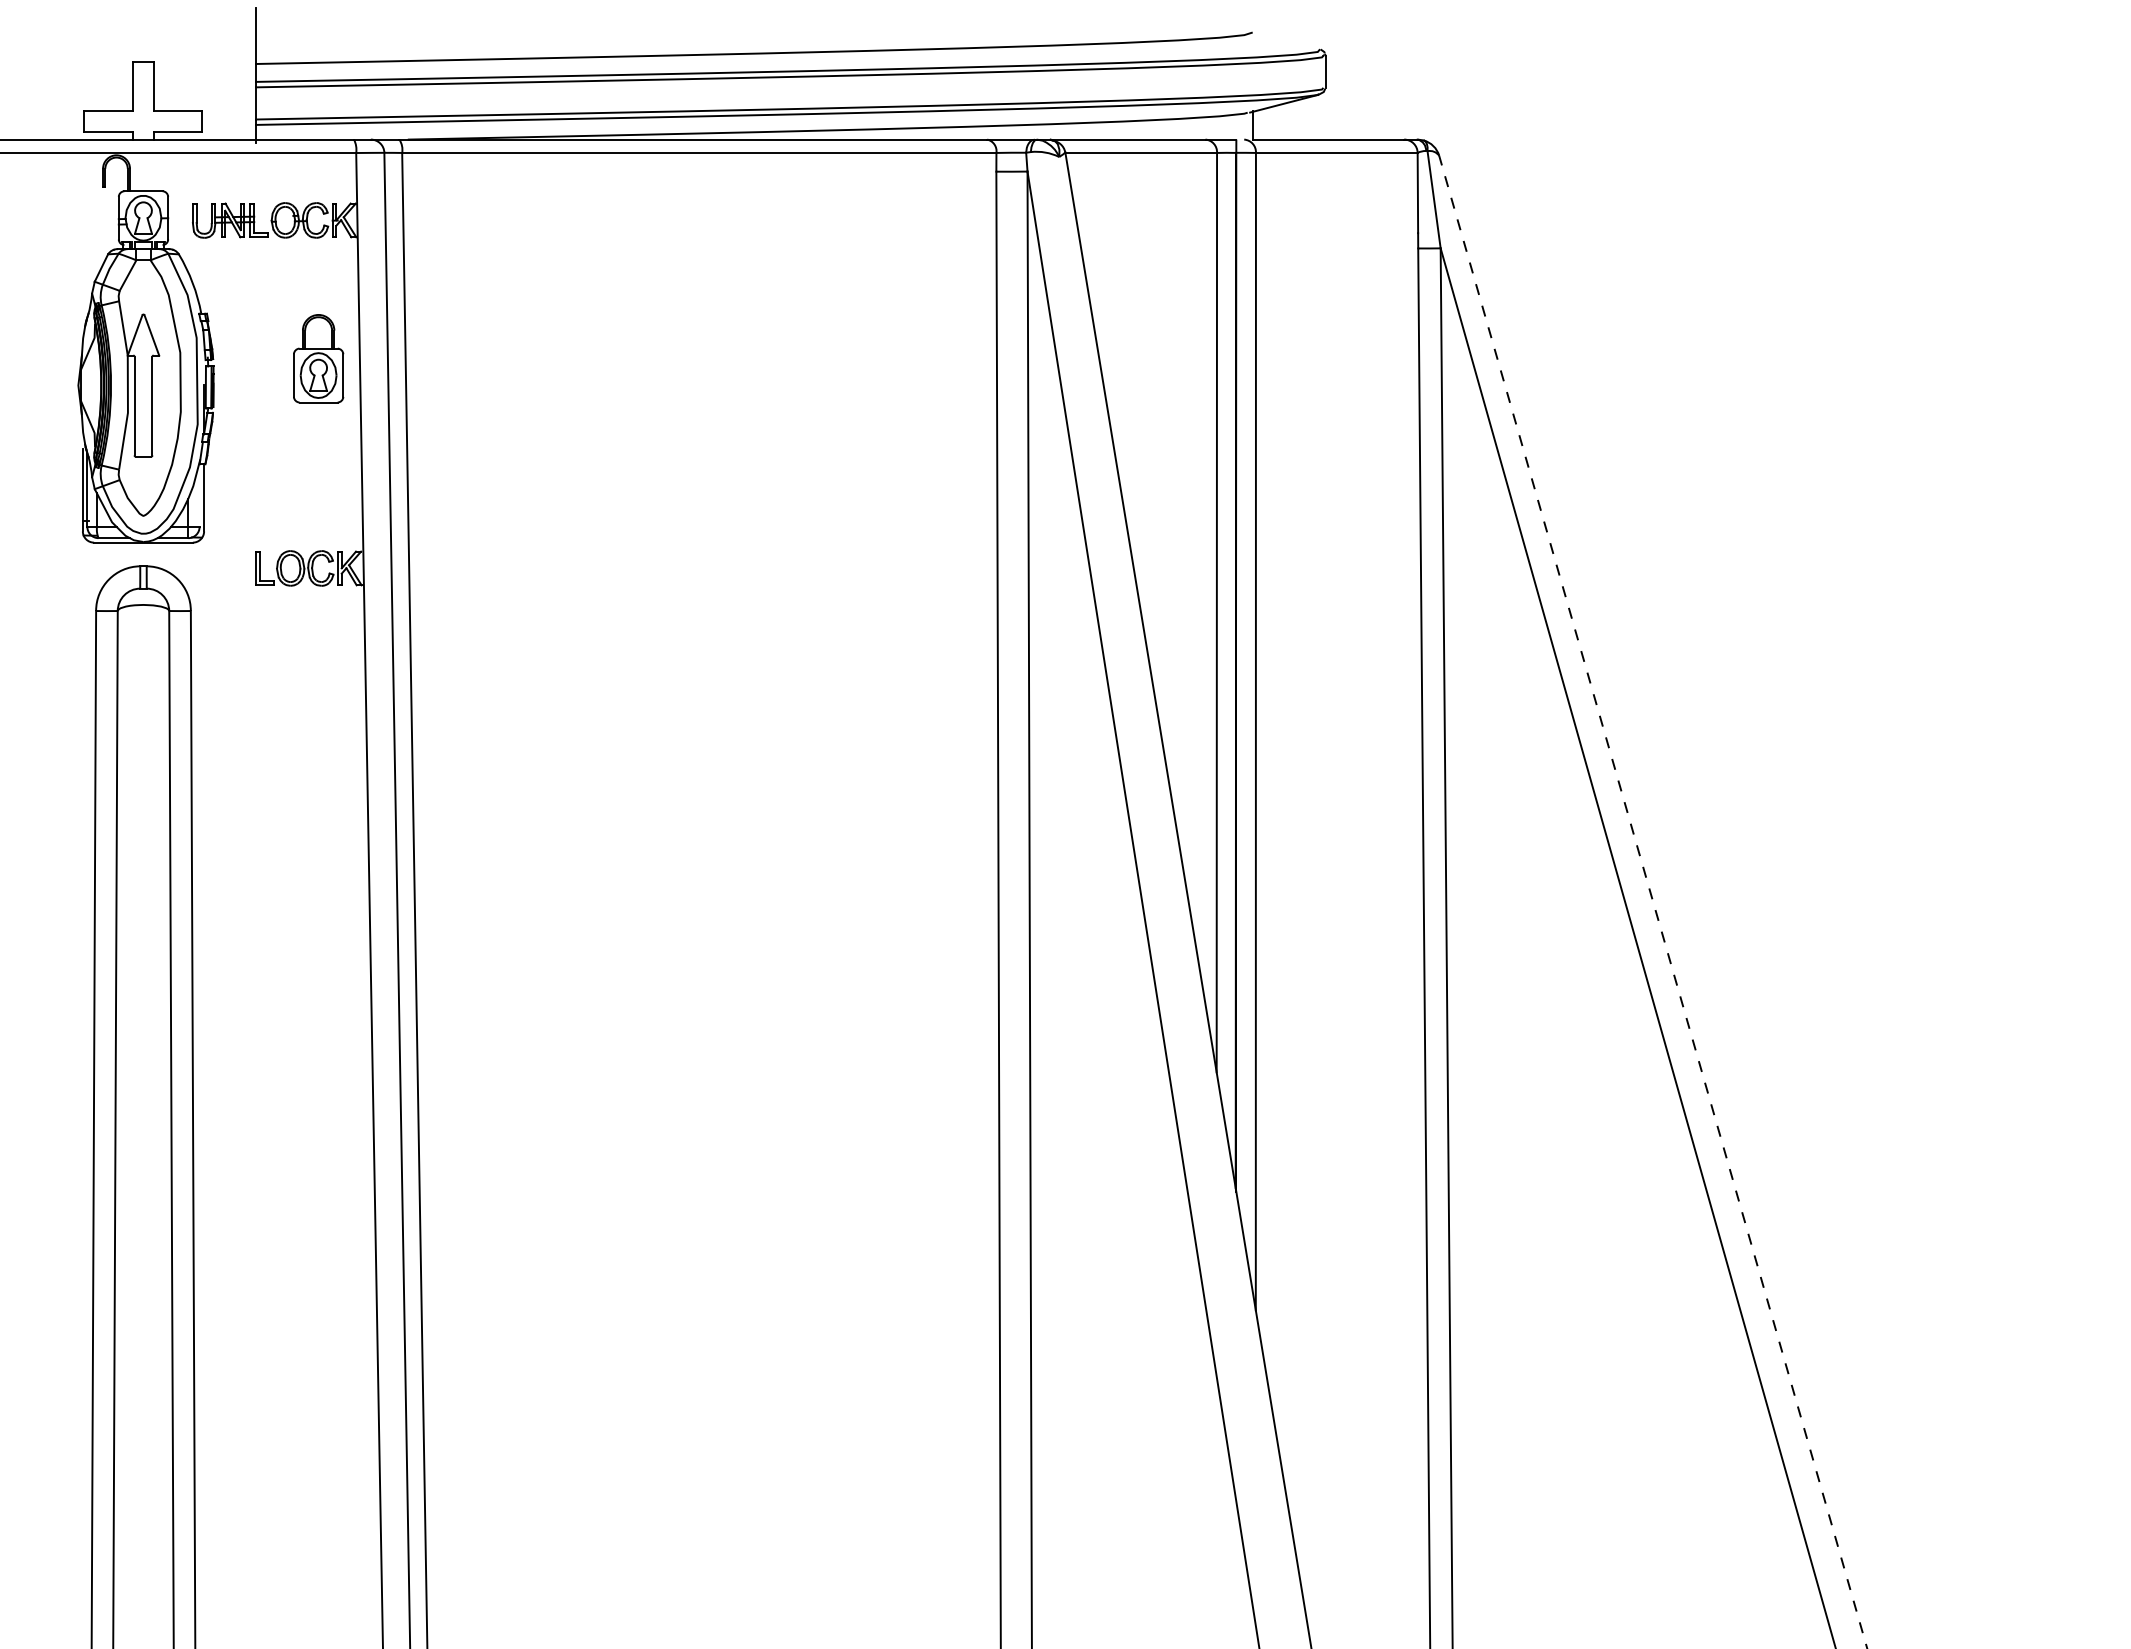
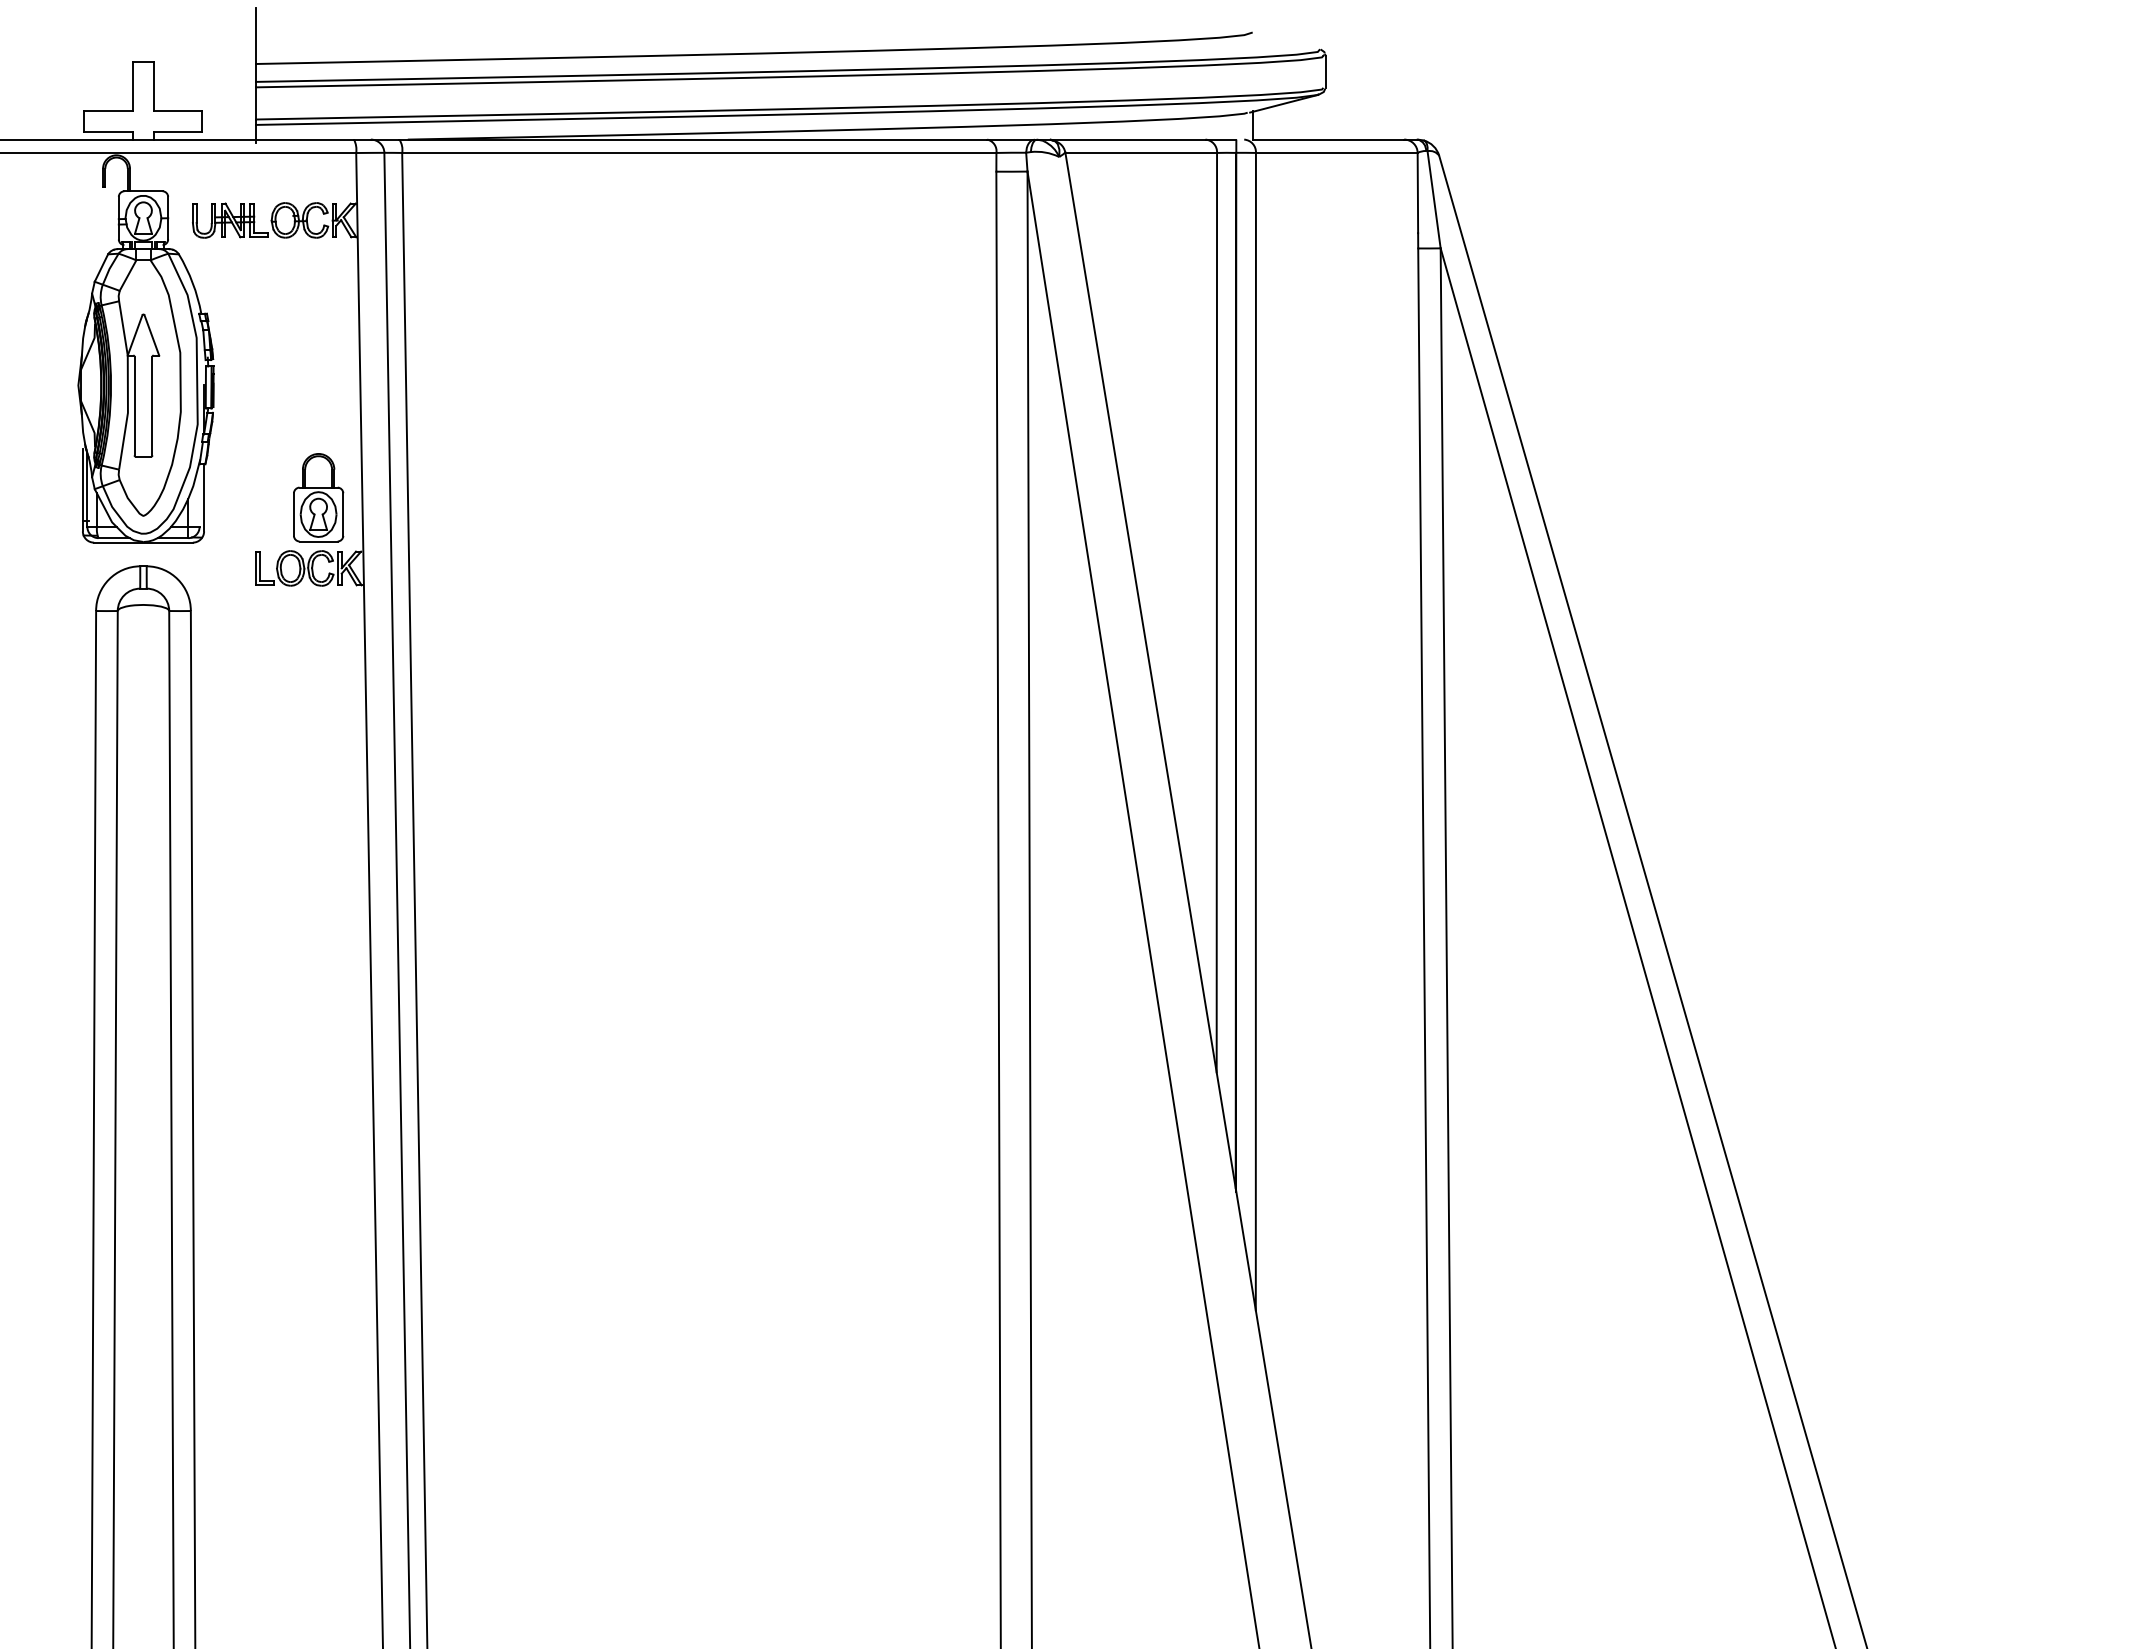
part at (318, 358) position: (318, 358) -> (318, 497)
line at (1653, 901): dashed -> solid
